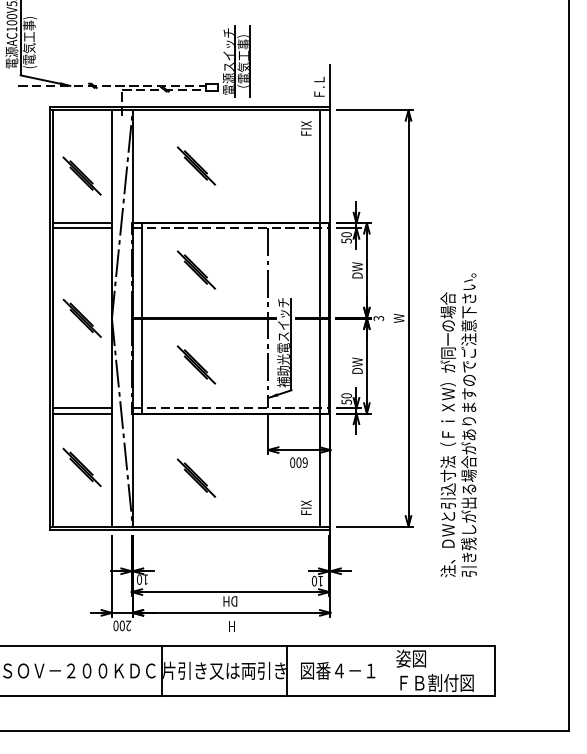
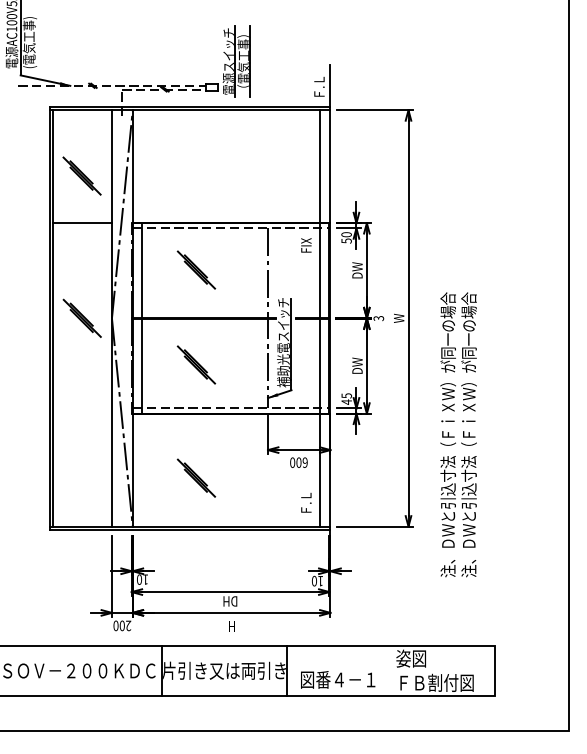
text at (306, 128) position: (306, 128) -> (306, 245)
part at (196, 165): present -> none
line at (81, 228): present -> none
text at (346, 398): 50 -> 45
line at (81, 408): present -> none
line at (81, 413): present -> none
text at (468, 425): 引き残しが出る場合がありますのでご注意下さい。 -> 注、ＤＷと引込寸法（ＦｉＸＷ）が同一の場合
part at (81, 466): present -> none
text at (306, 503): FIX -> Ｆ.Ｌ
text at (338, 670) position: (338, 670) -> (338, 679)
